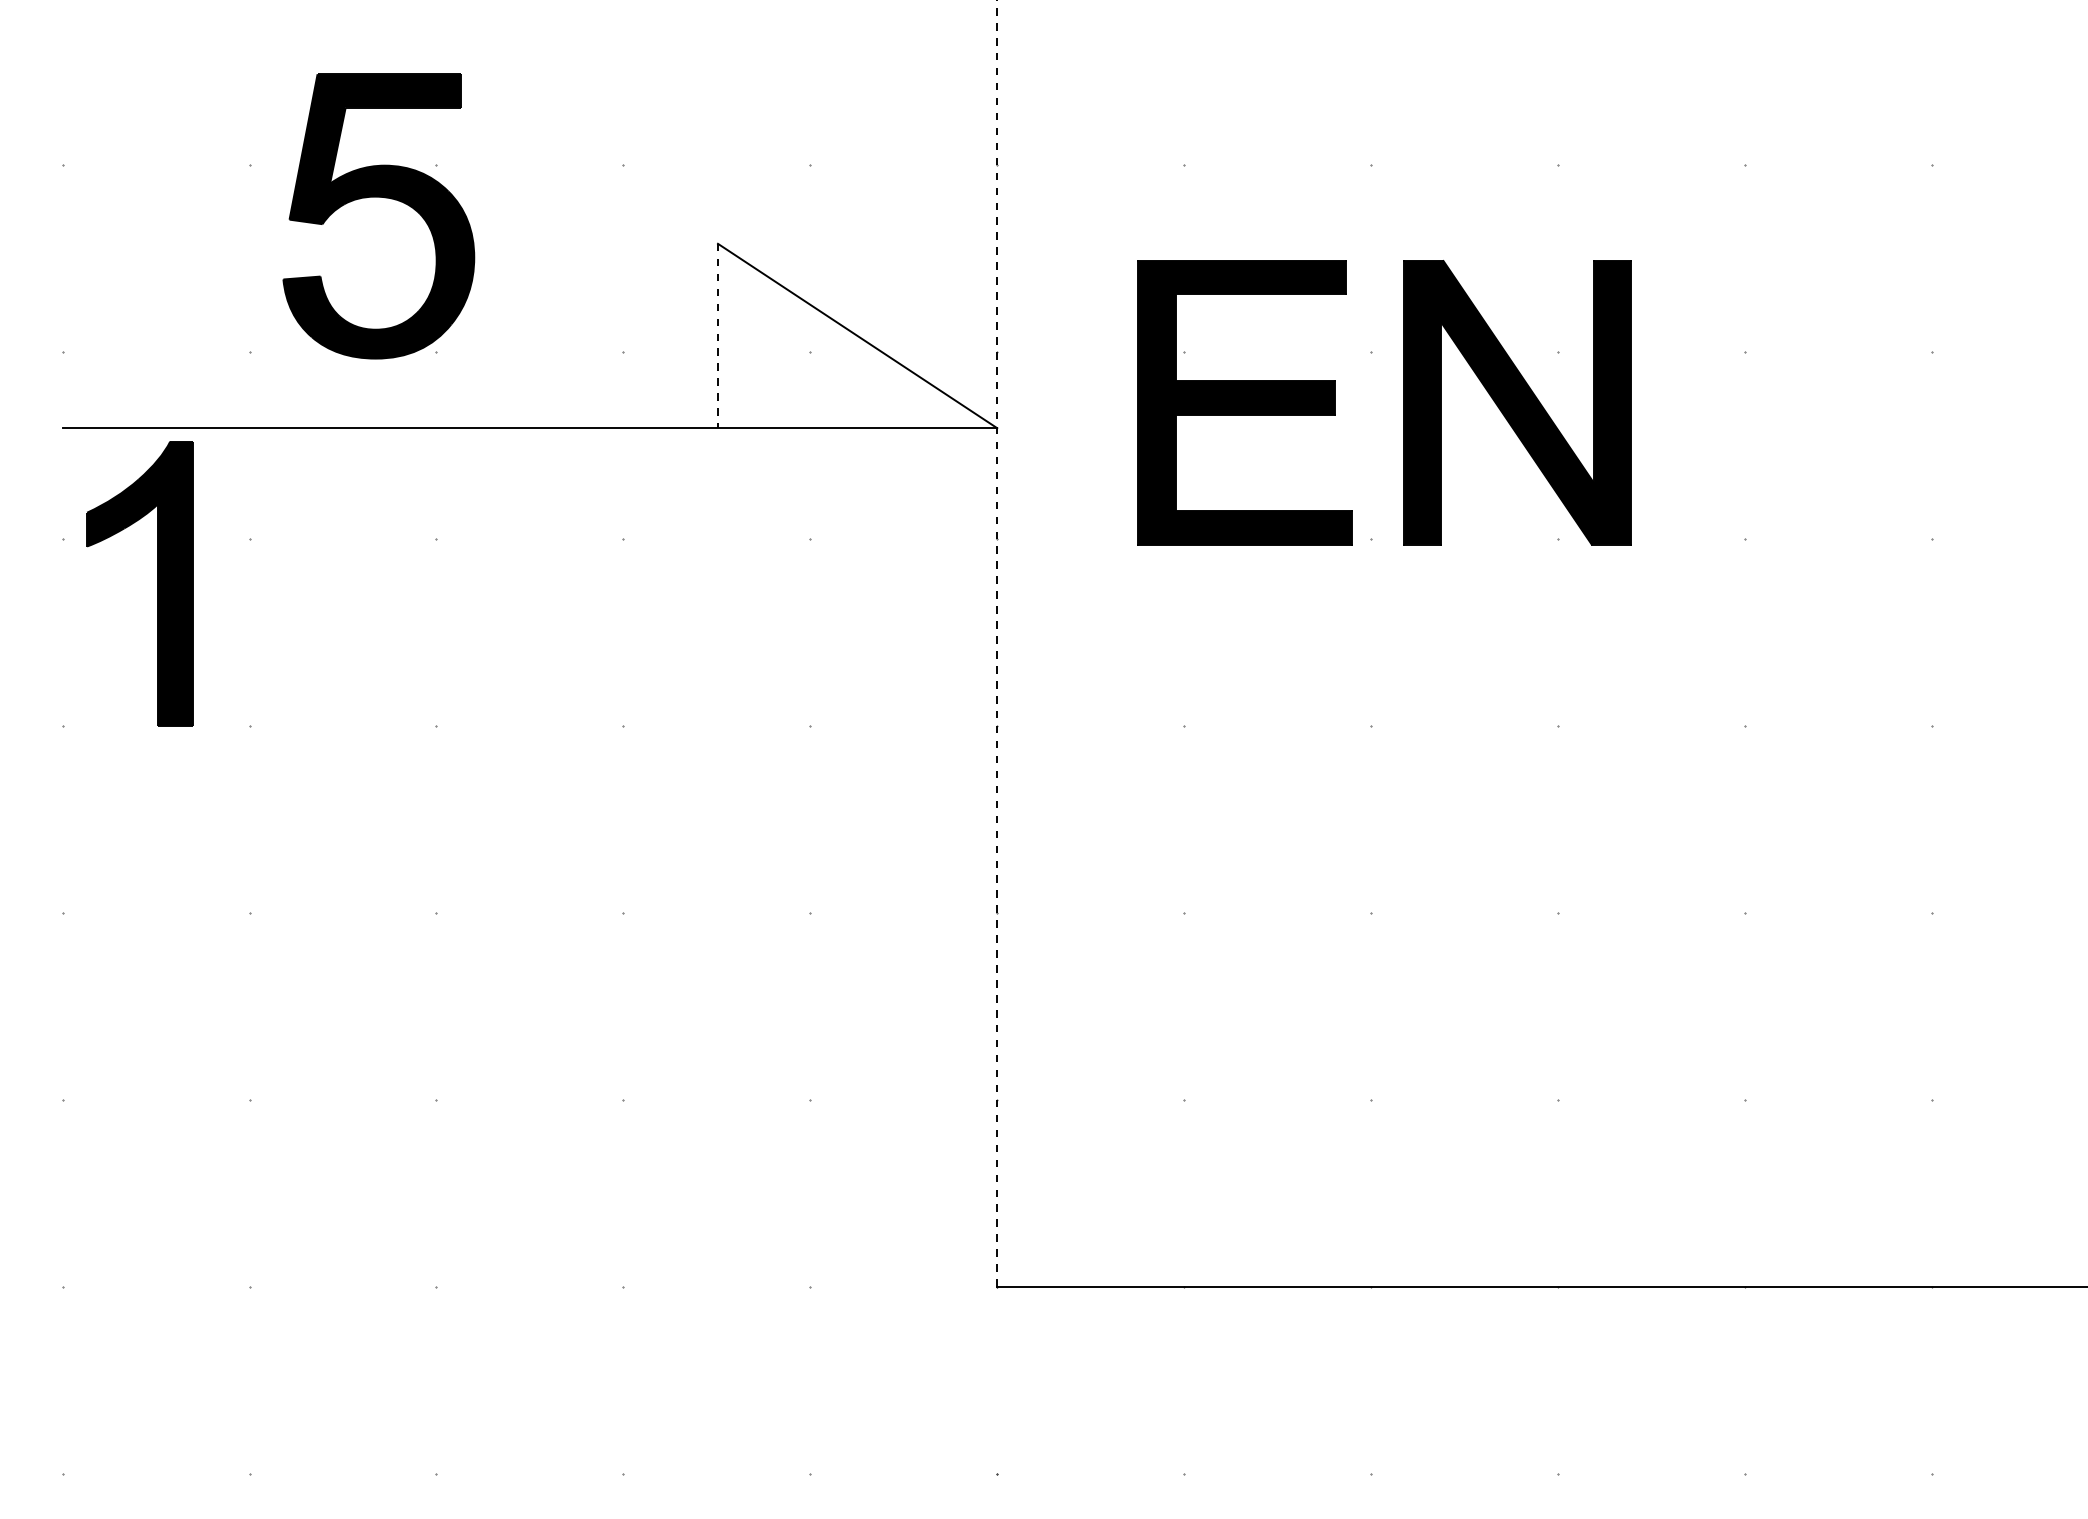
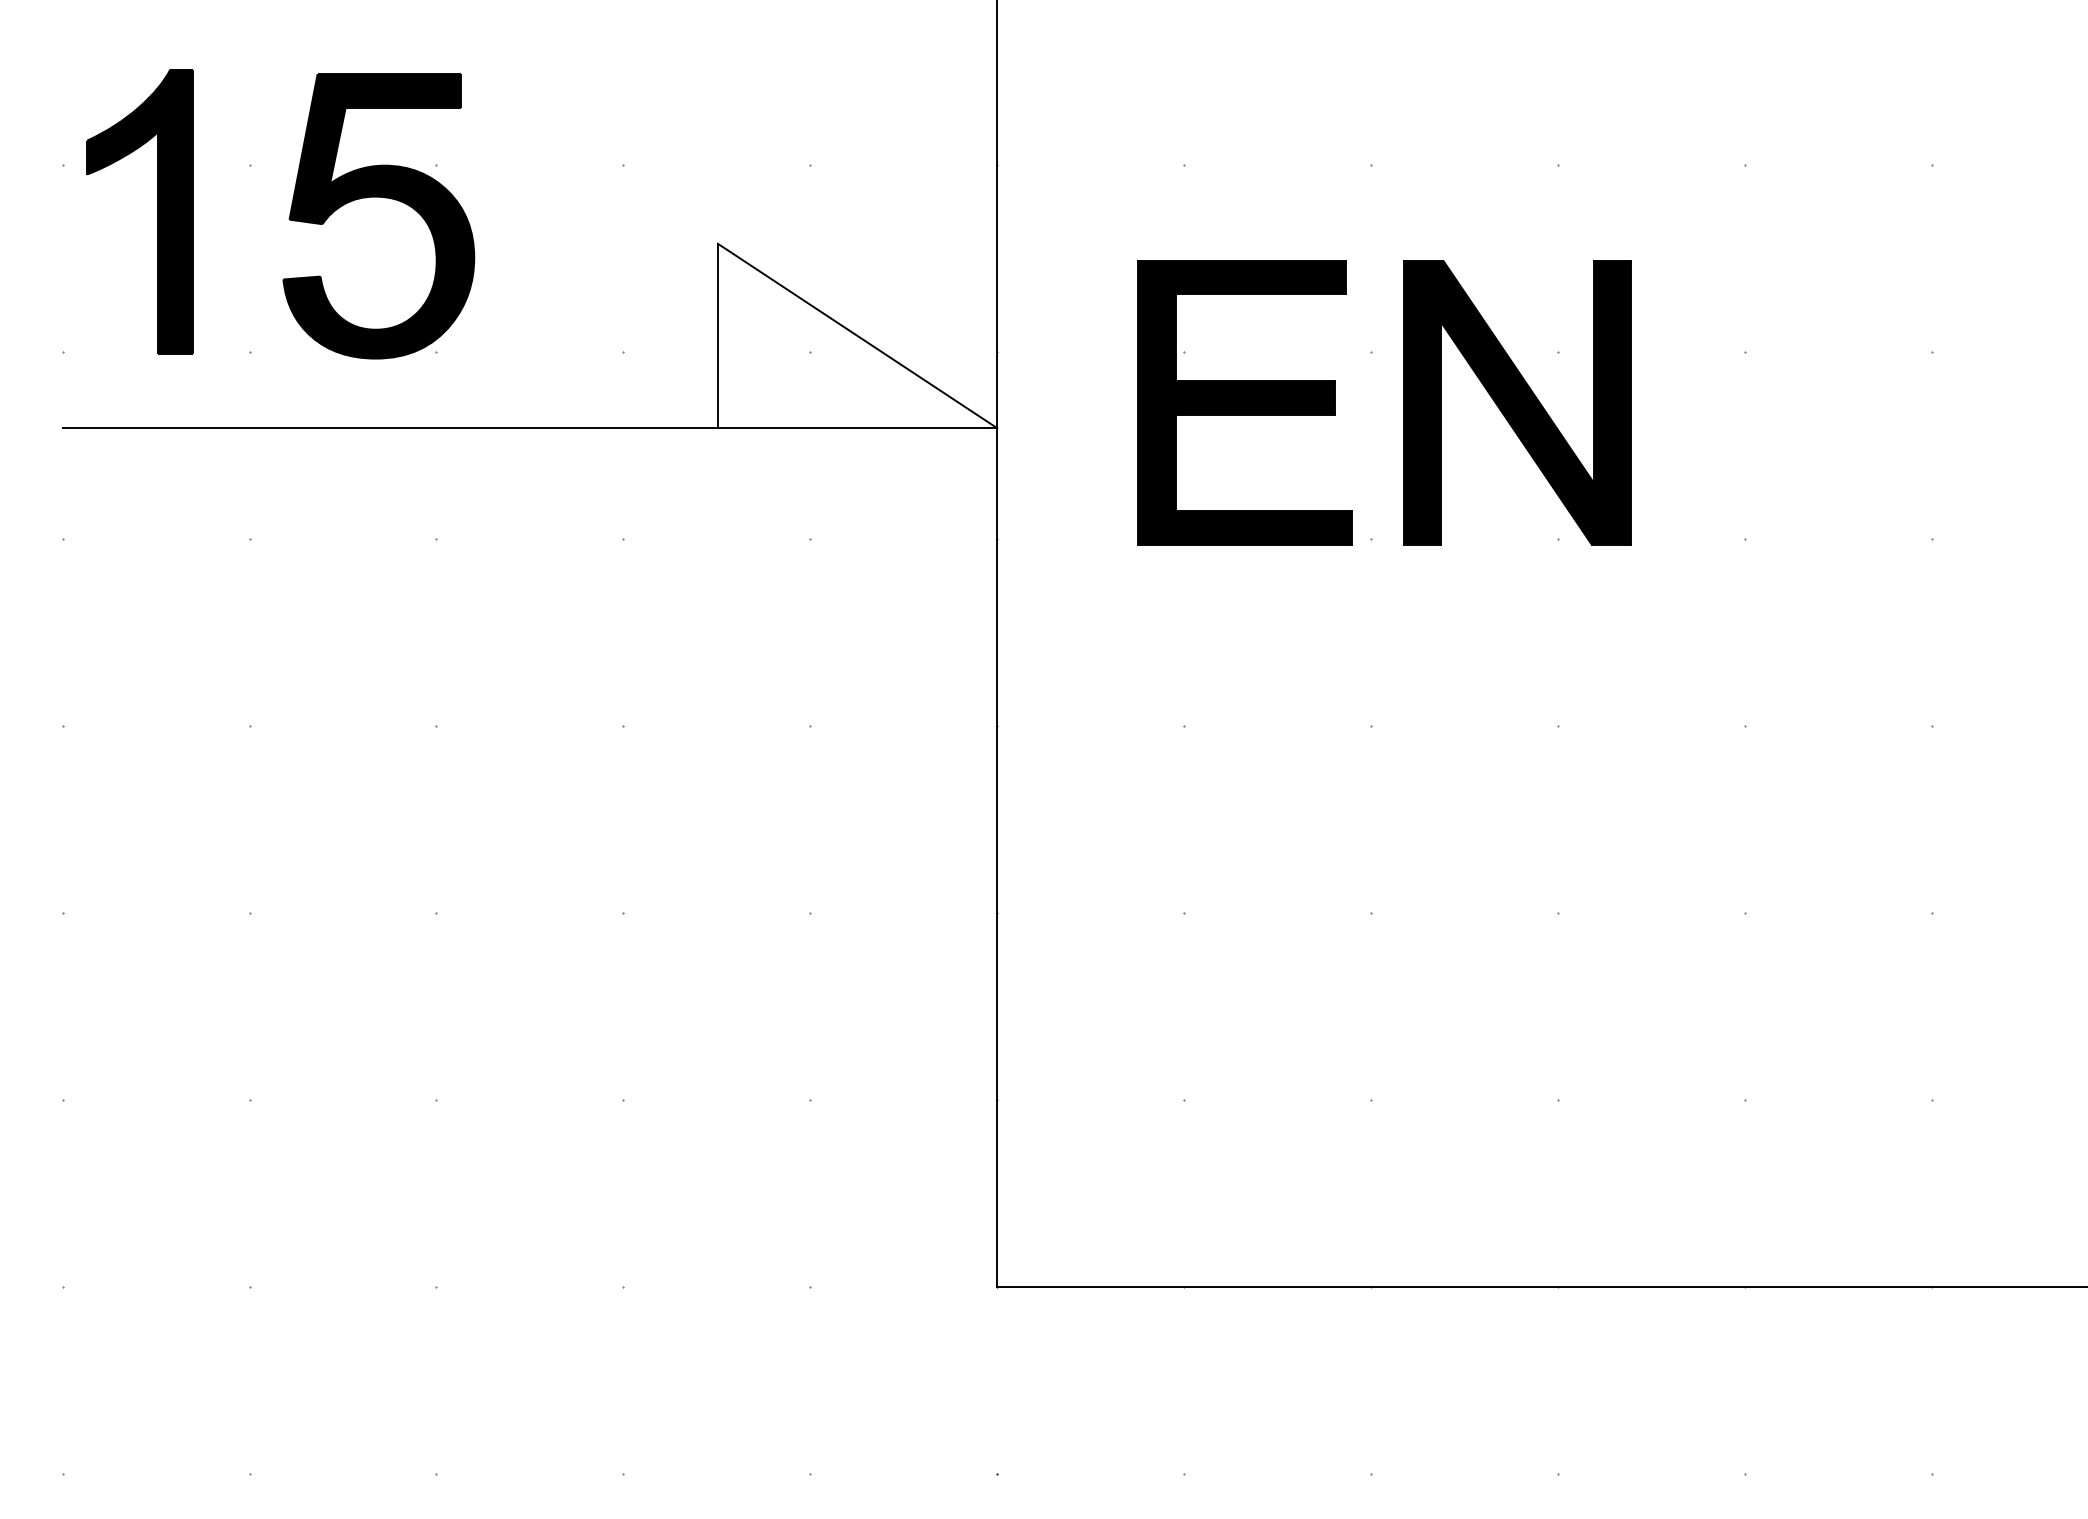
line at (717, 336): dashed -> solid
part at (157, 583) position: (157, 583) -> (157, 211)
line at (997, 643): dashed -> solid
